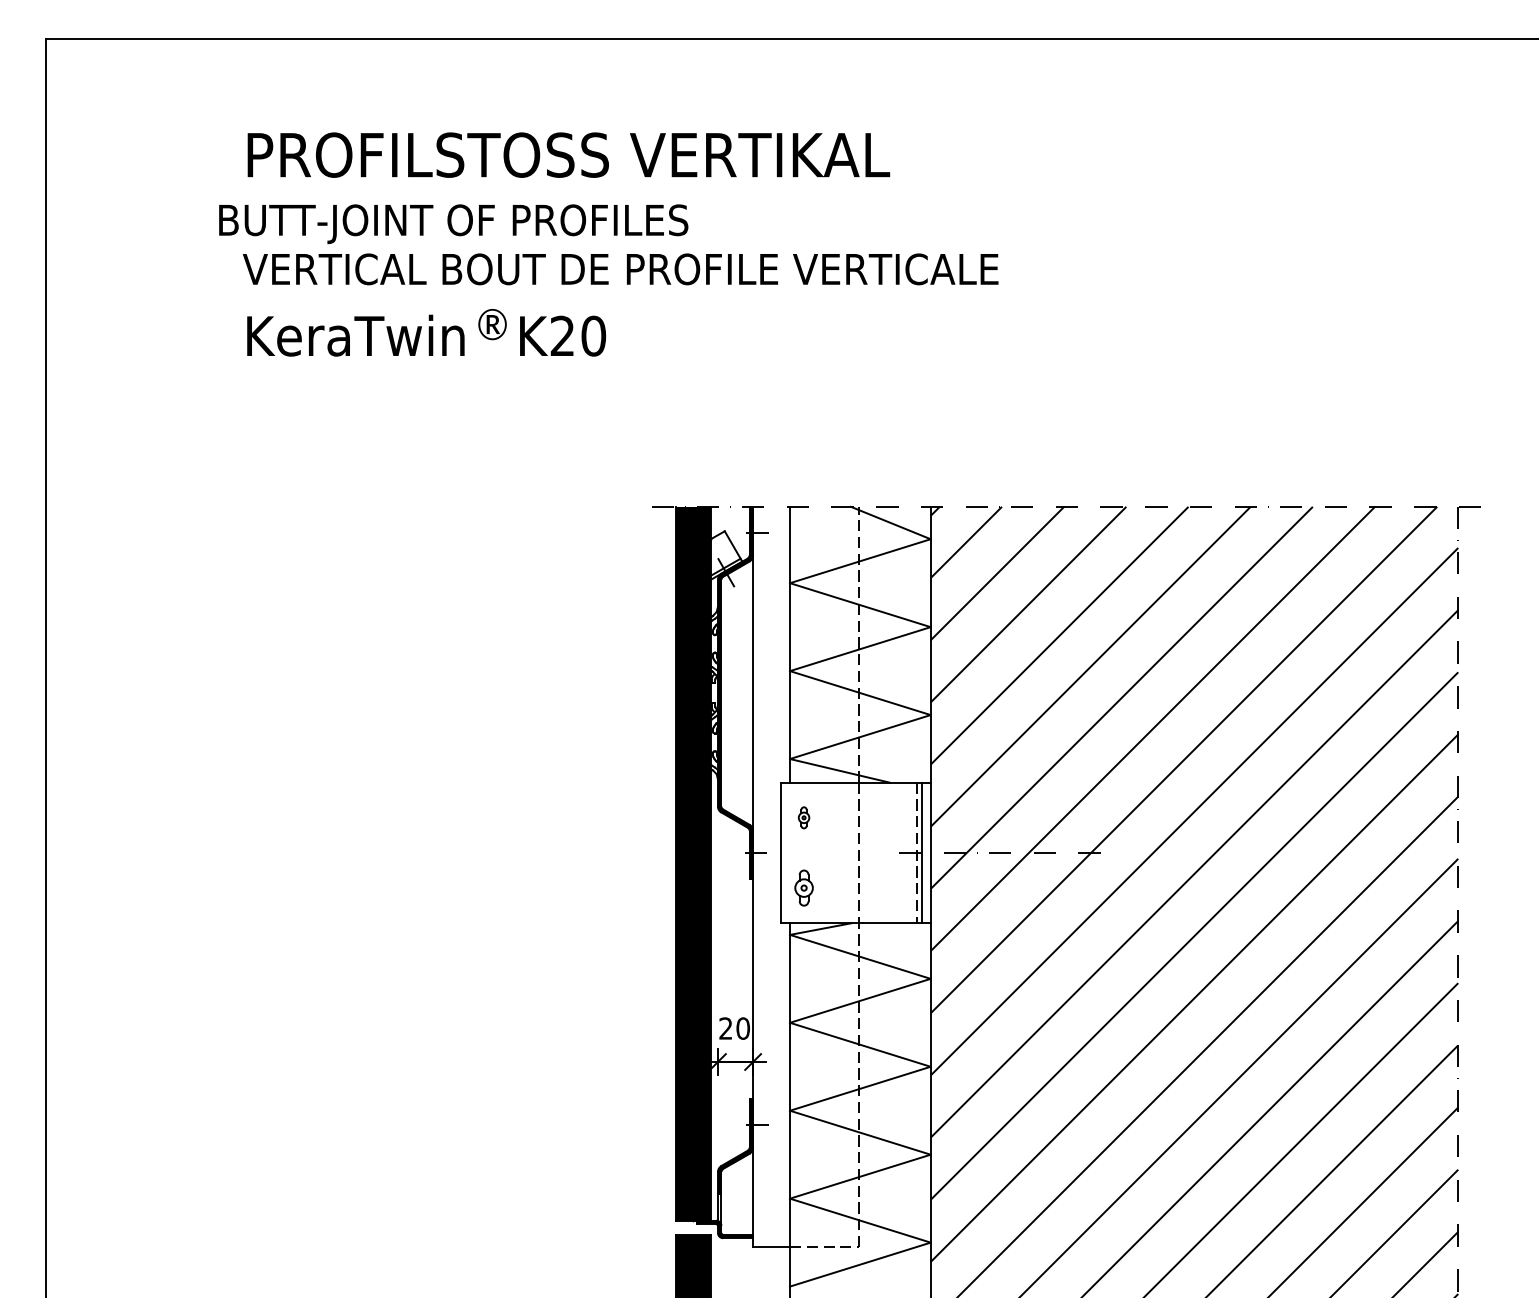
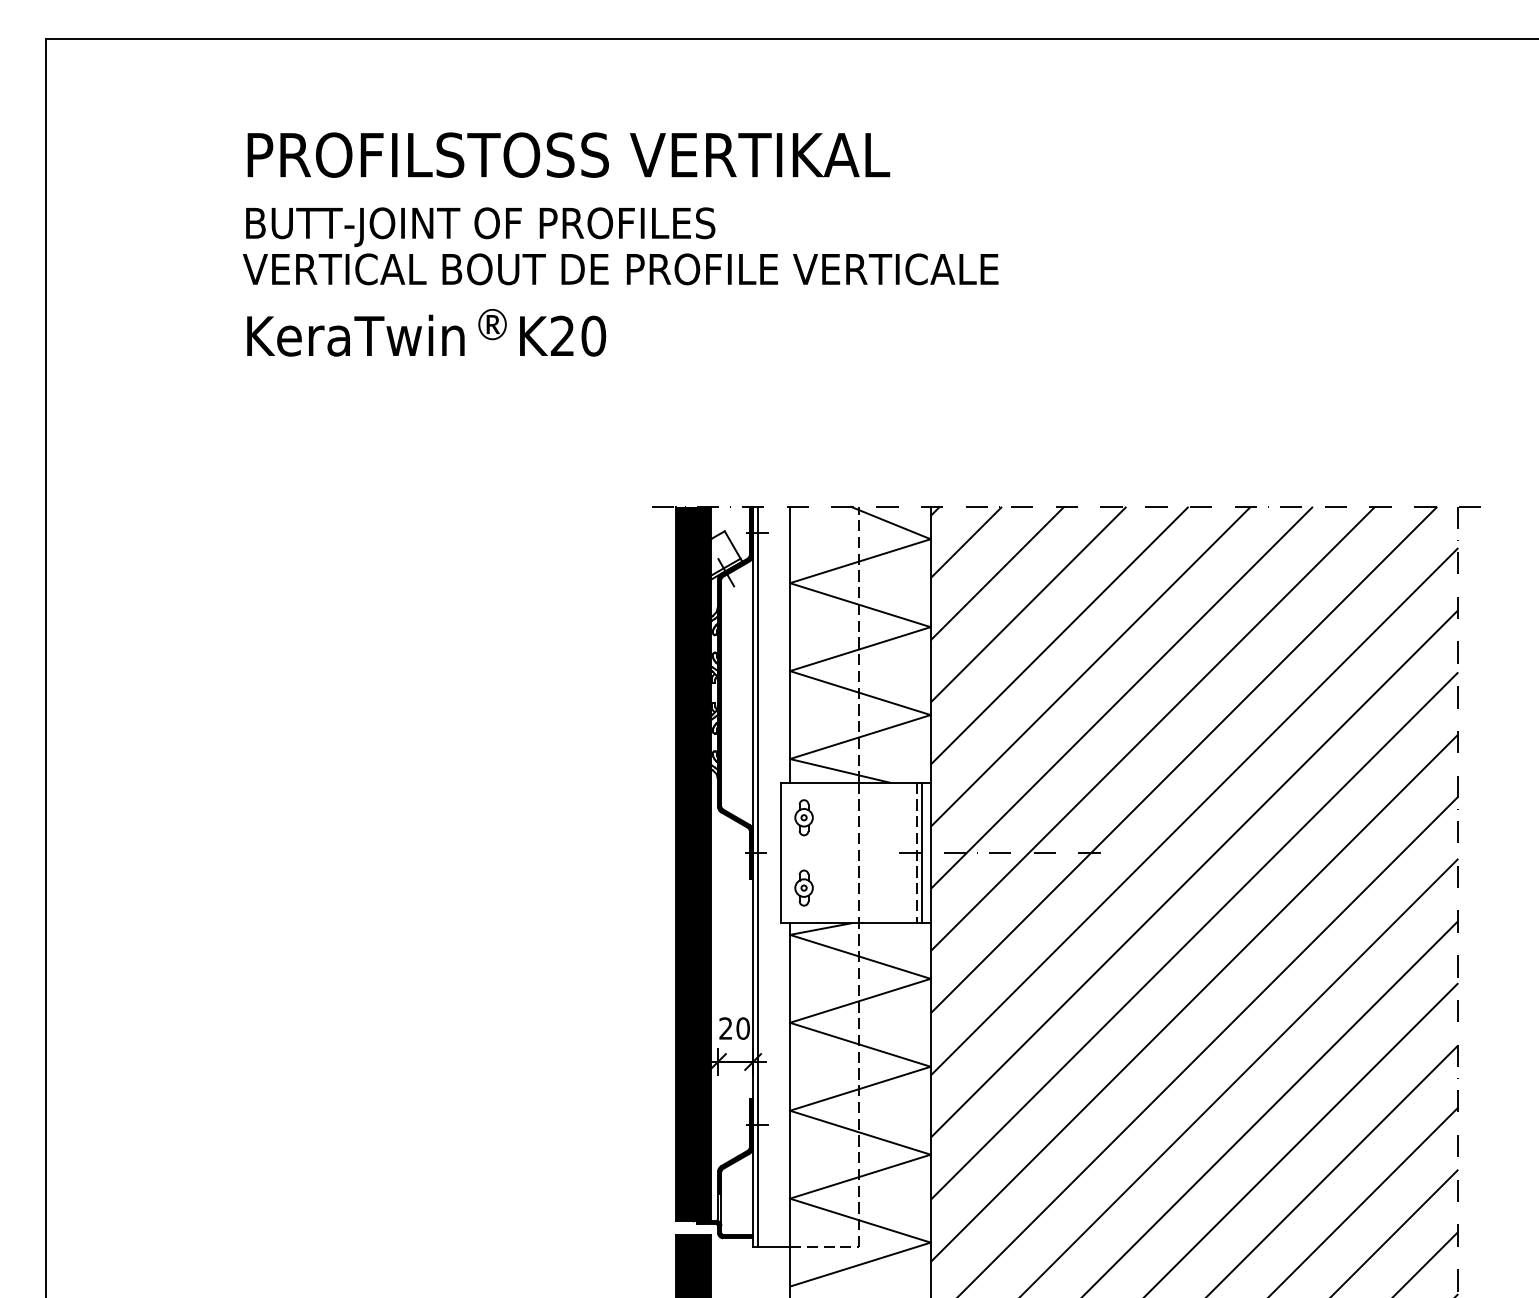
text at (453, 224) position: (453, 224) -> (480, 227)
part at (803, 817) size: 14x24 px -> 20x38 px
line at (758, 876): none -> present
